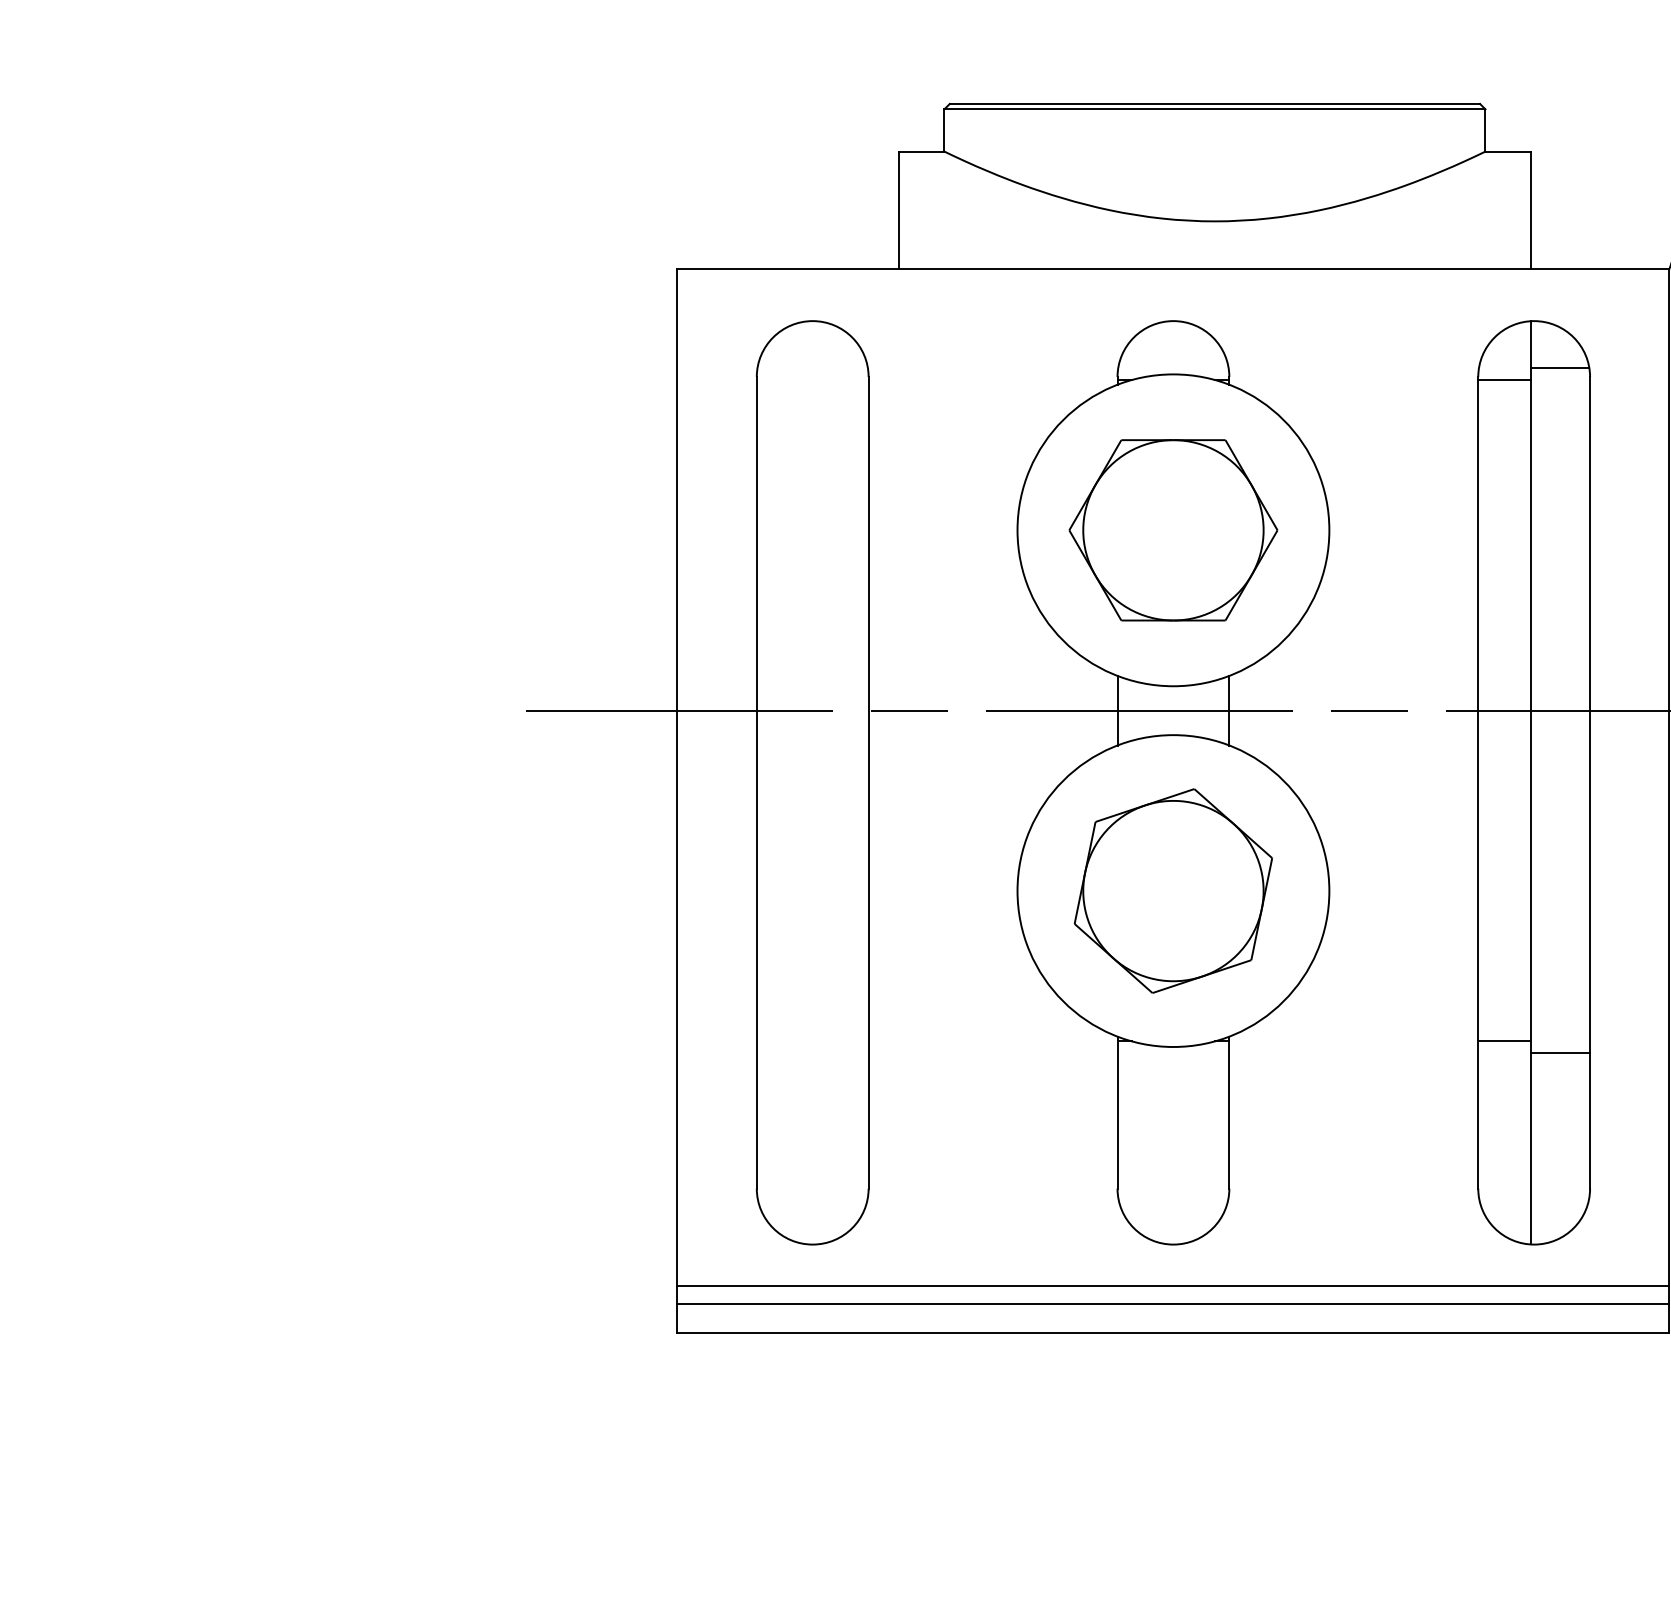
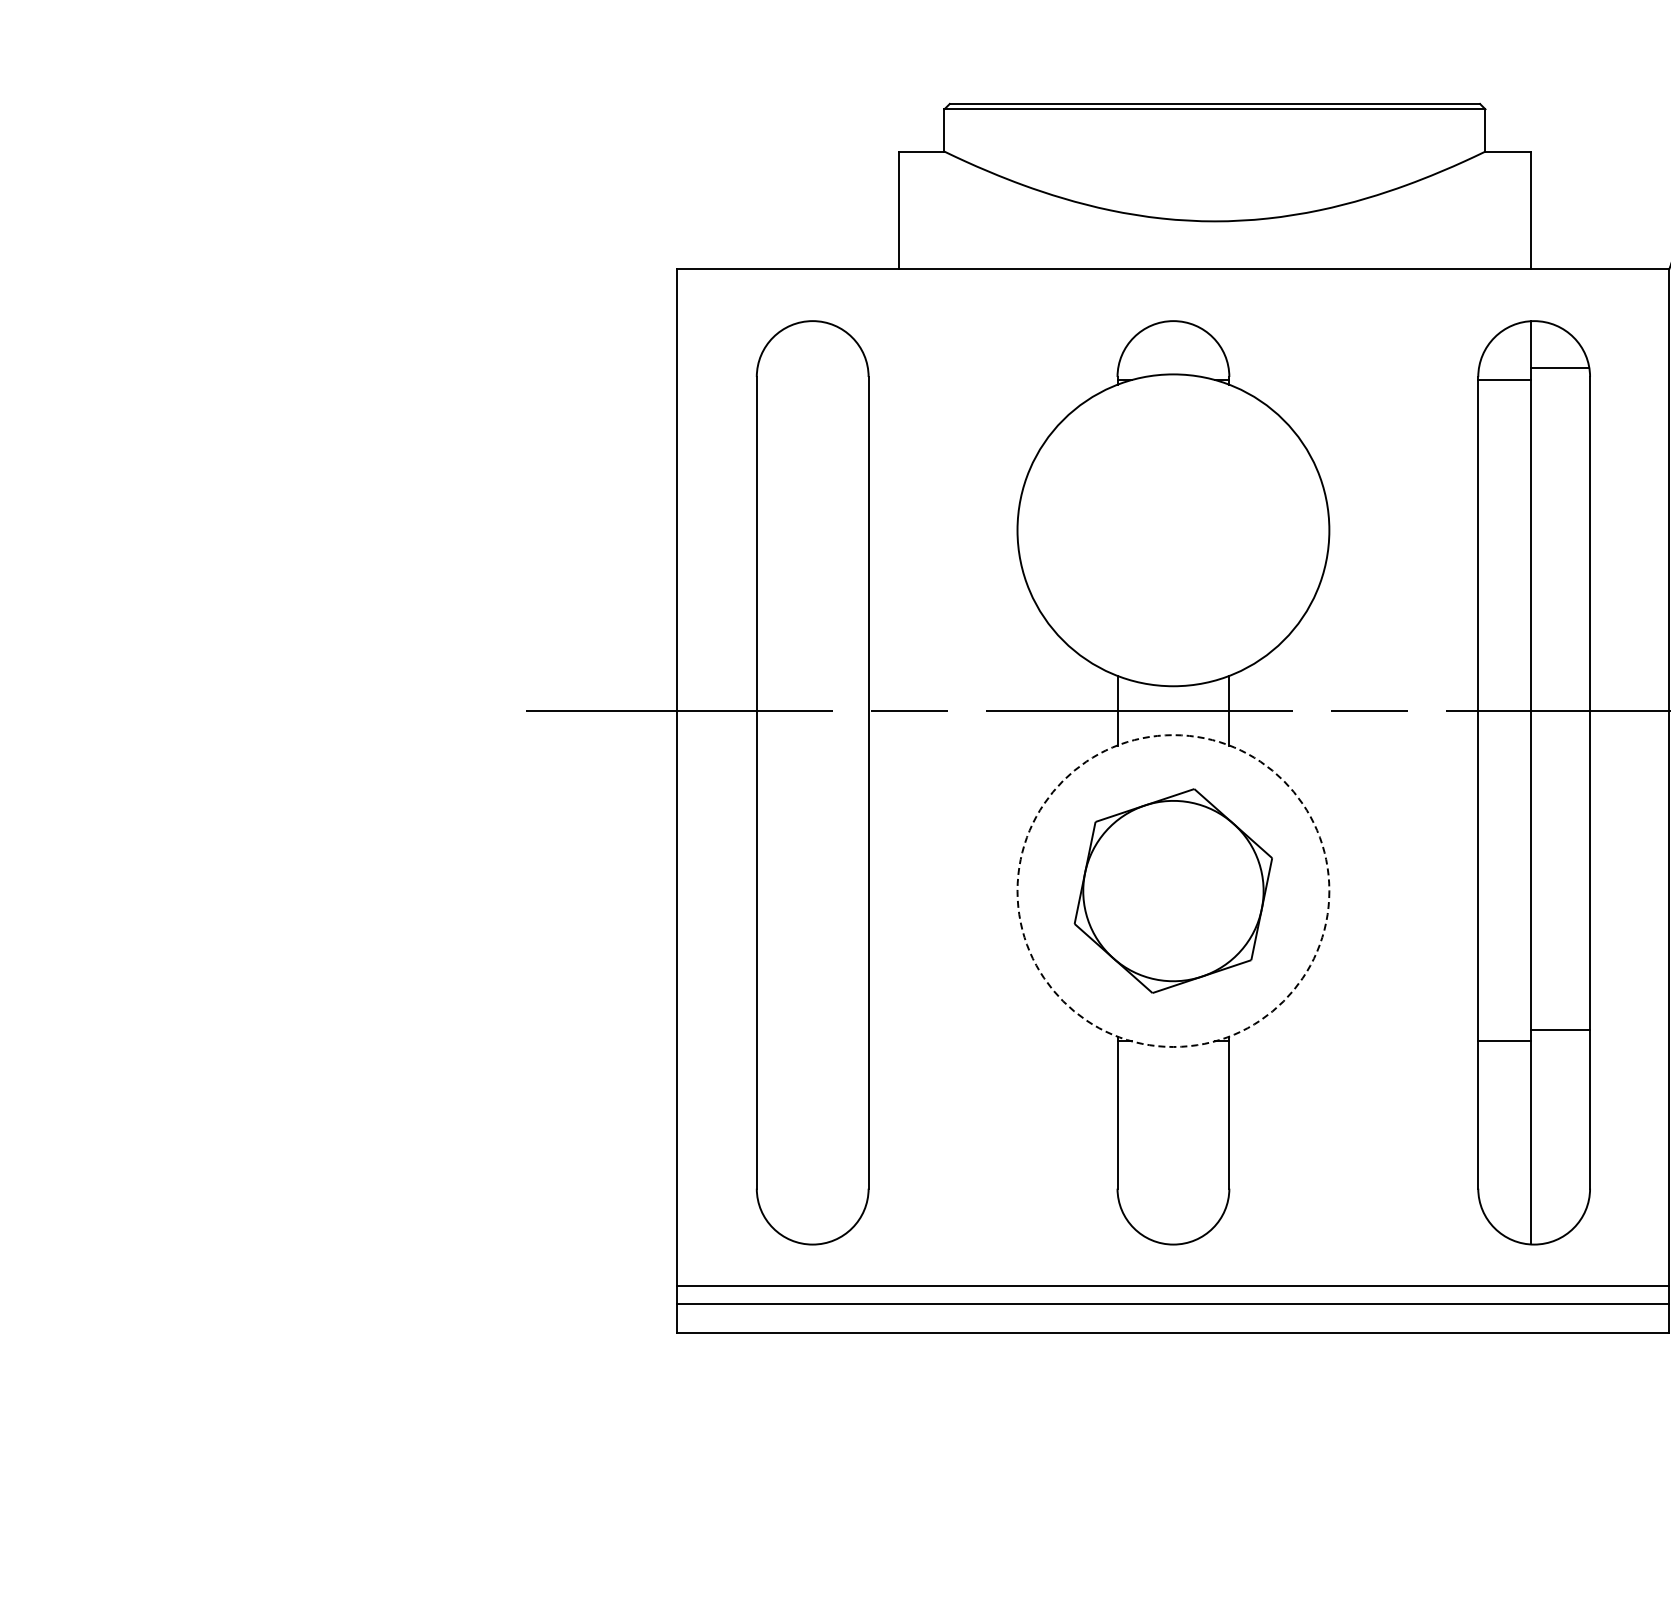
part at (1173, 530): present -> none
circle at (1173, 890): solid -> dashed
line at (1560, 1053) position: (1560, 1053) -> (1560, 1030)
